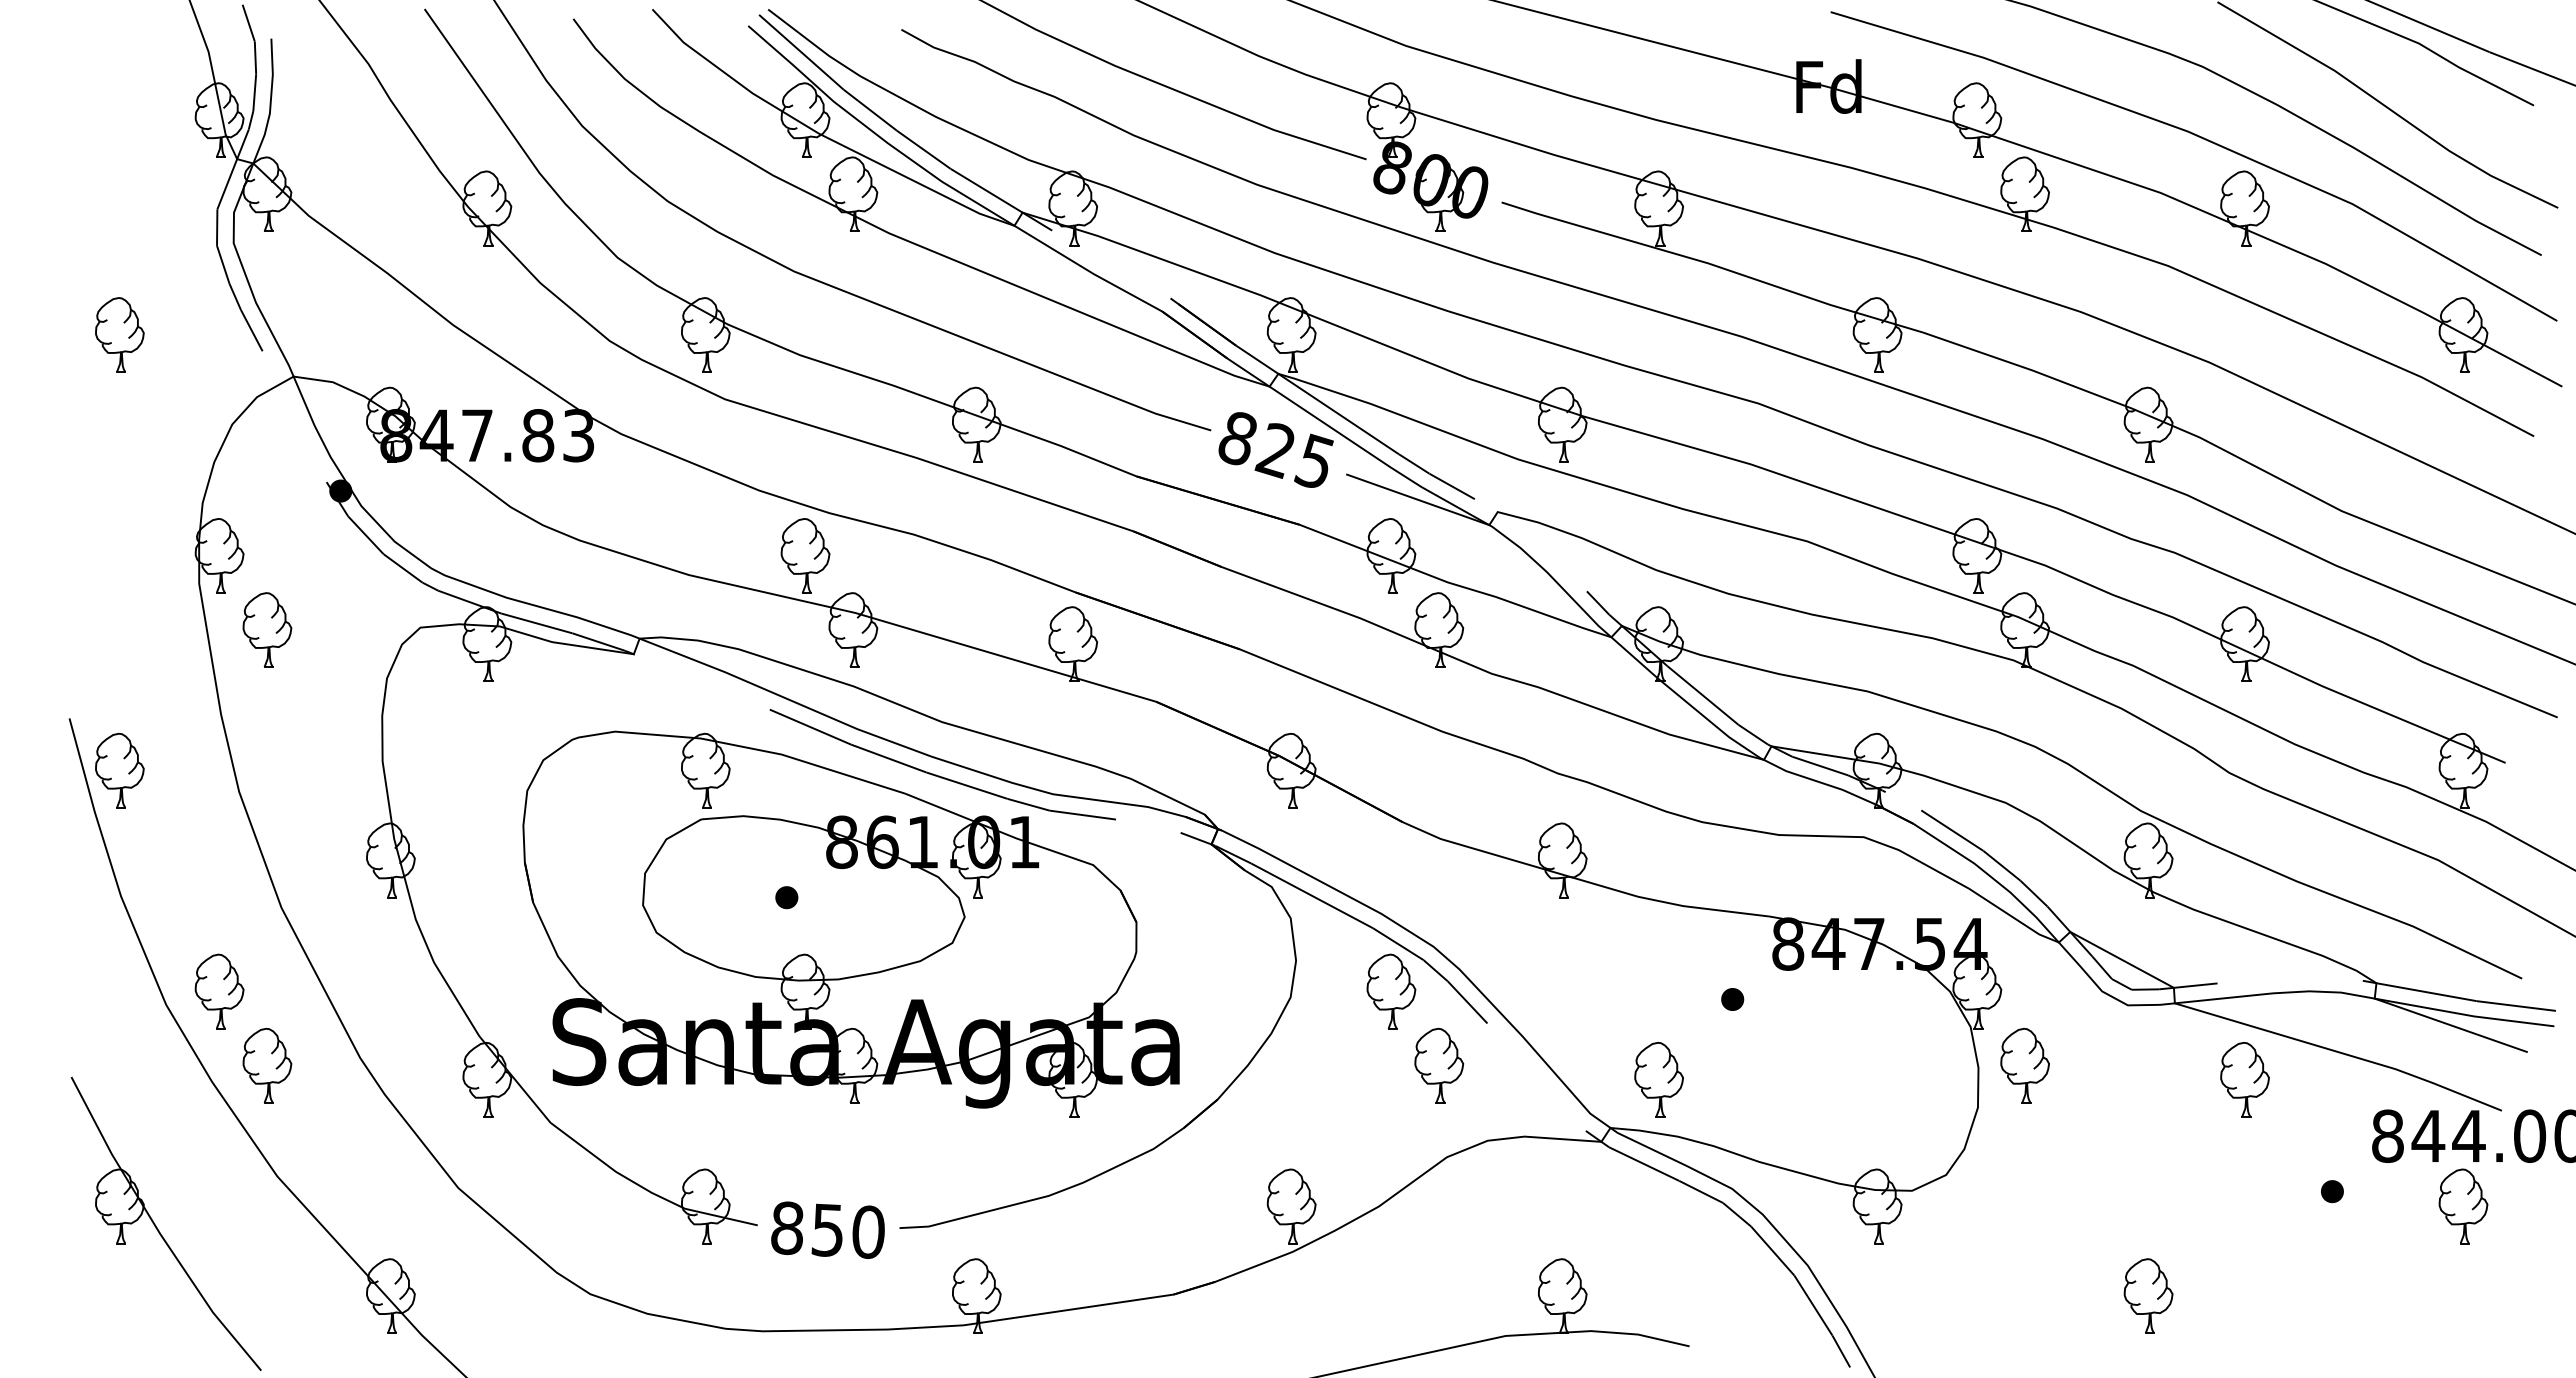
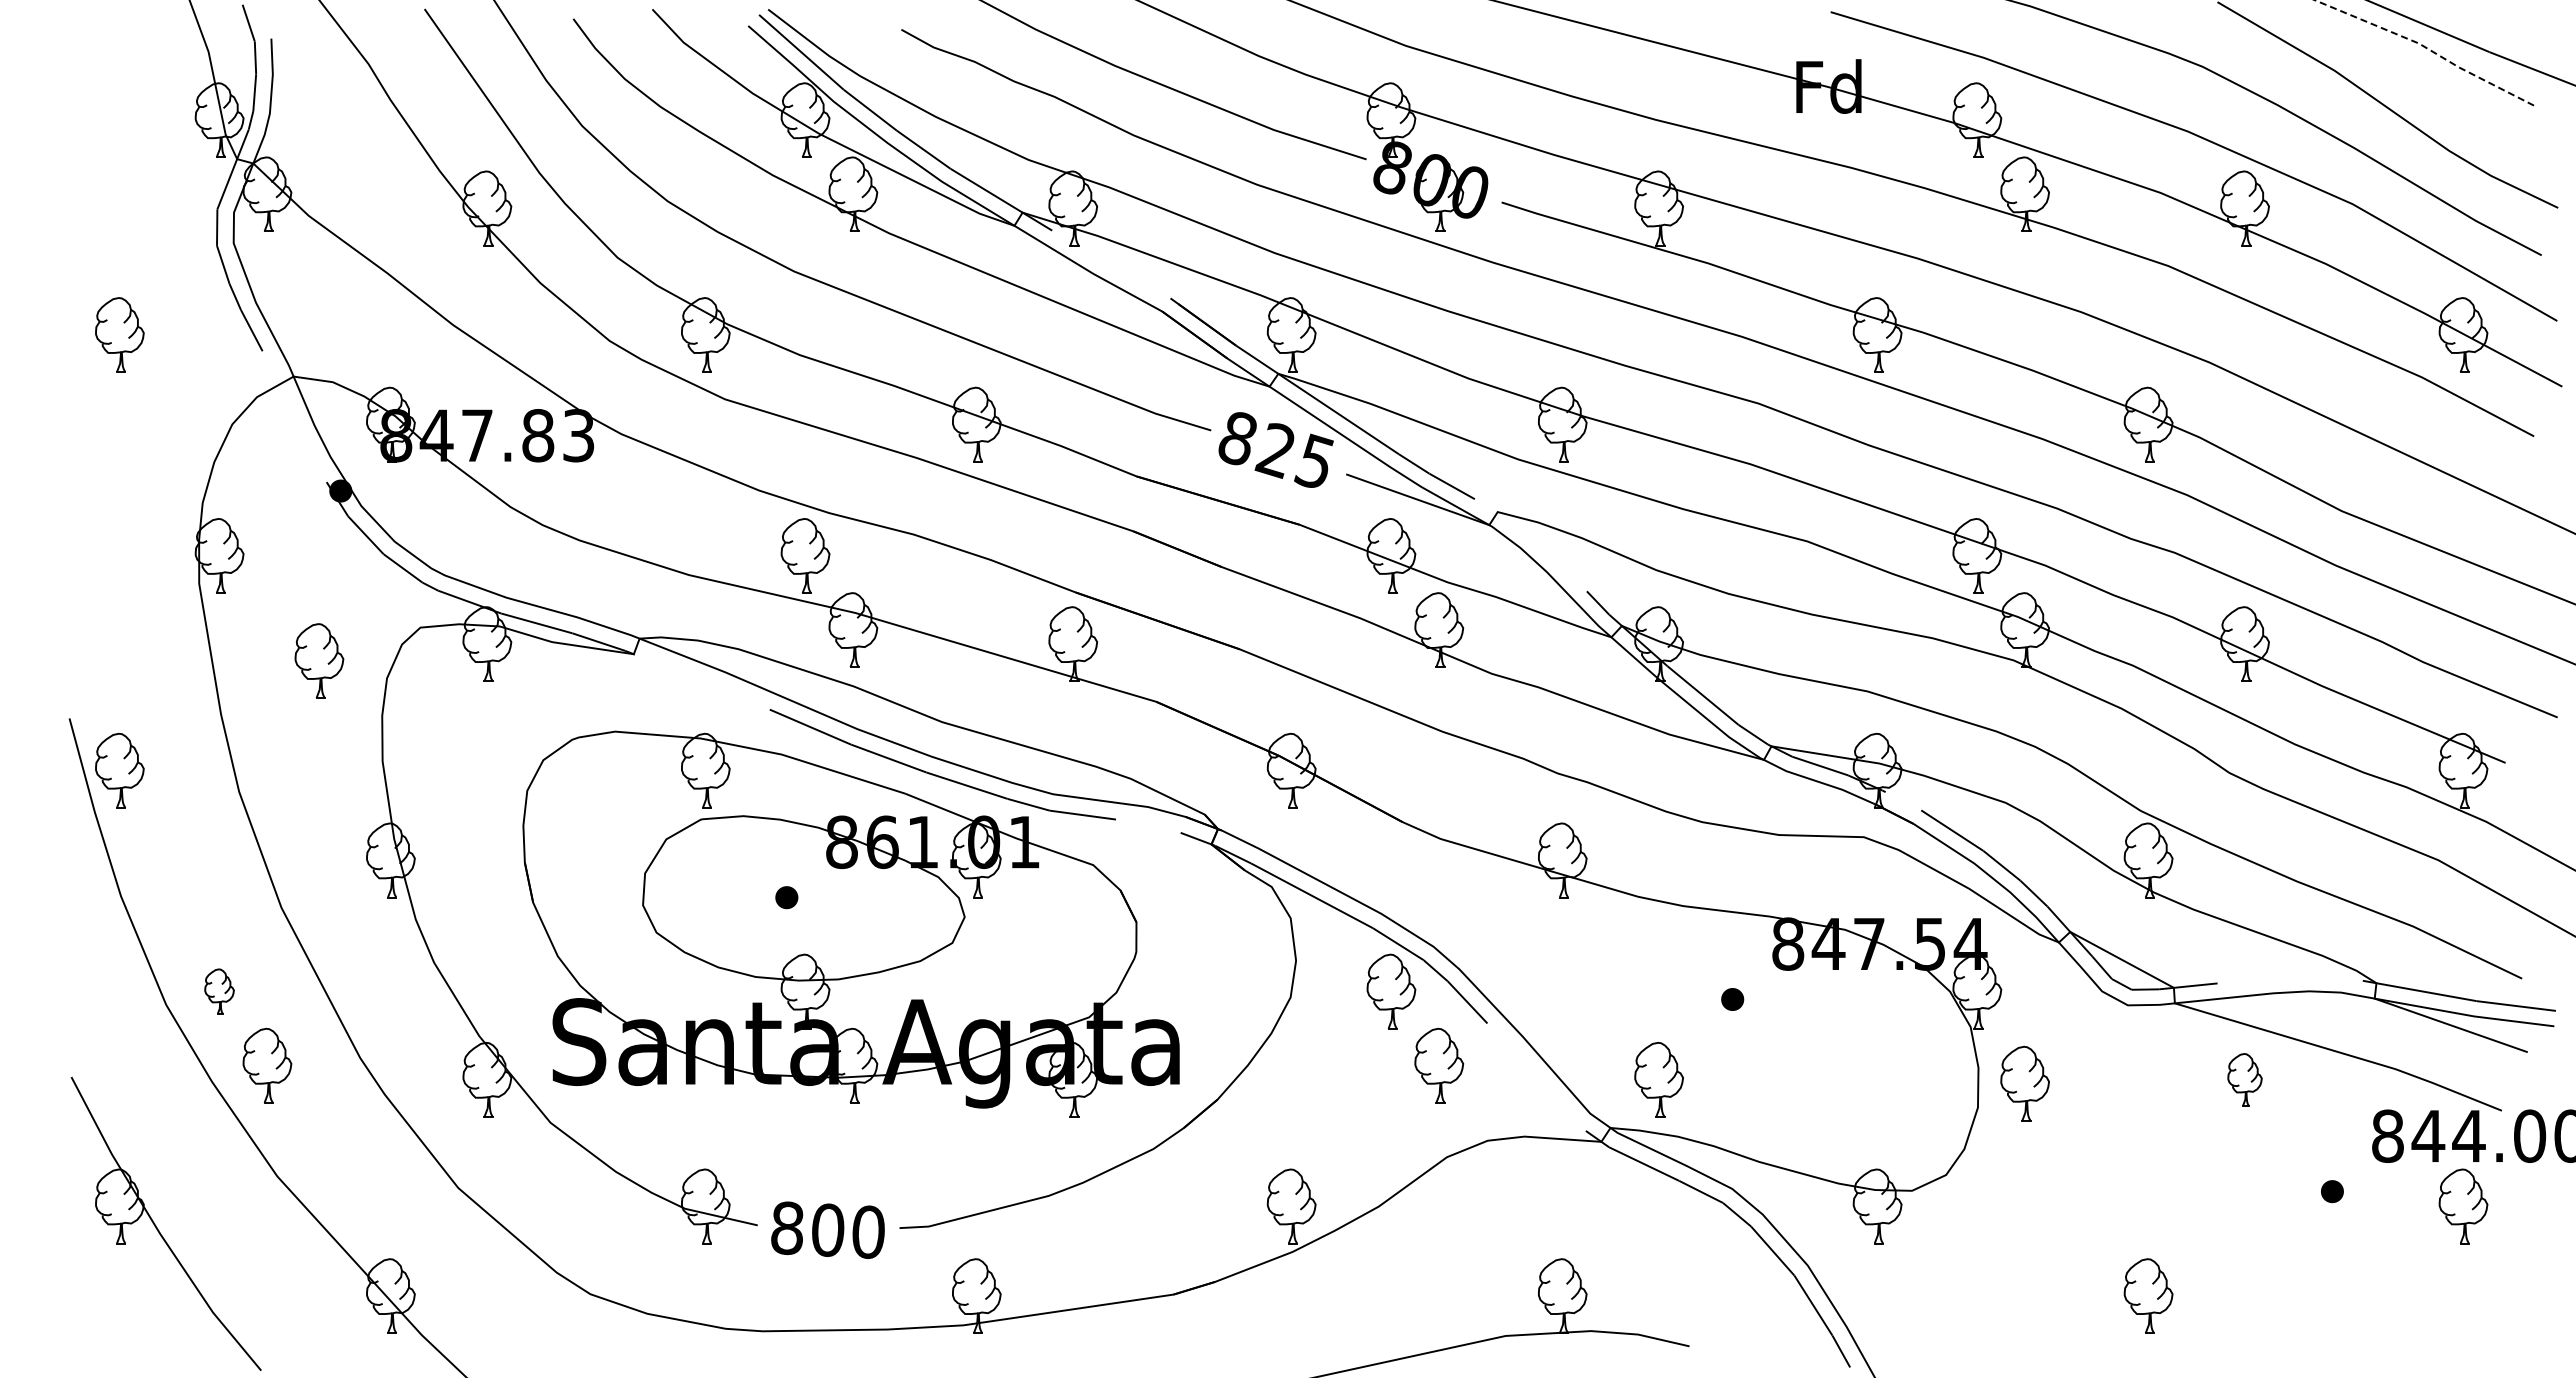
line at (2425, 47): solid -> dashed
part at (267, 629) position: (267, 629) -> (319, 660)
part at (219, 991) size: 51x77 px -> 31x47 px
part at (2024, 1065) position: (2024, 1065) -> (2024, 1083)
part at (2244, 1079) size: 50x76 px -> 36x54 px
text at (827, 1229): 850 -> 800
